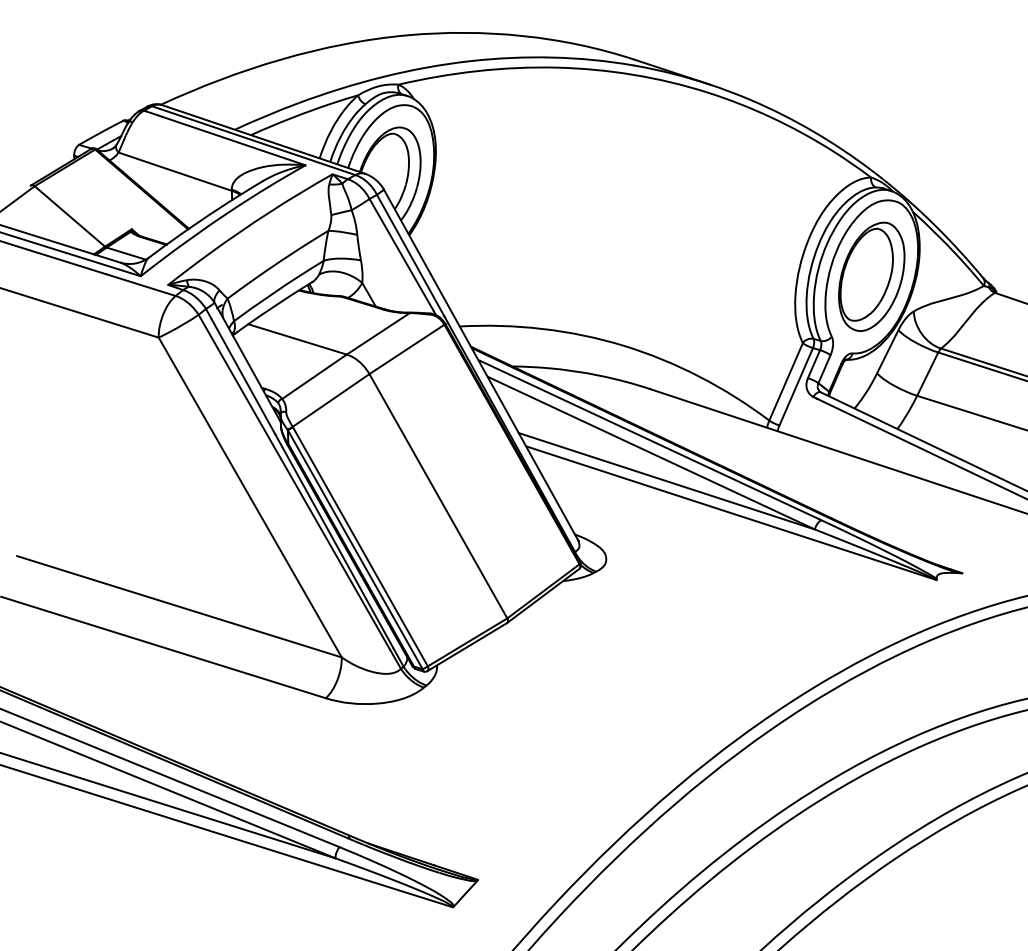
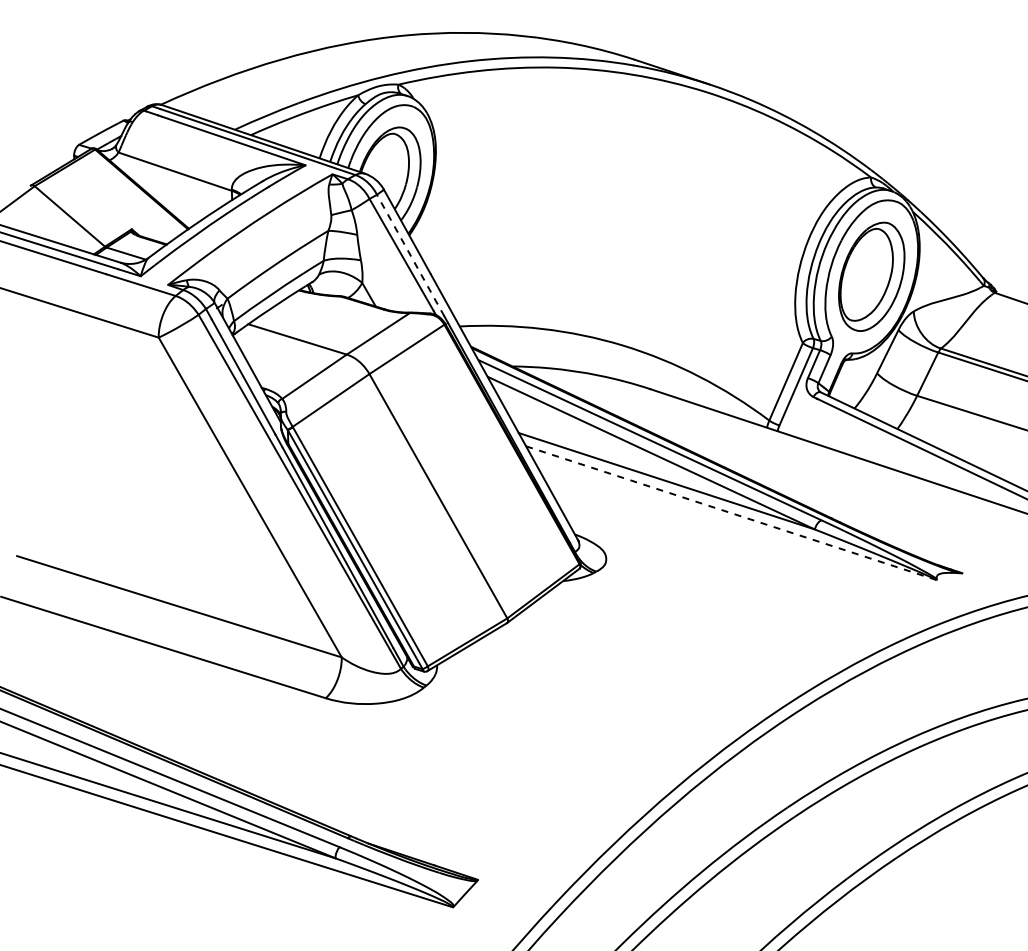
line at (410, 255): solid -> dashed
line at (731, 513): solid -> dashed
